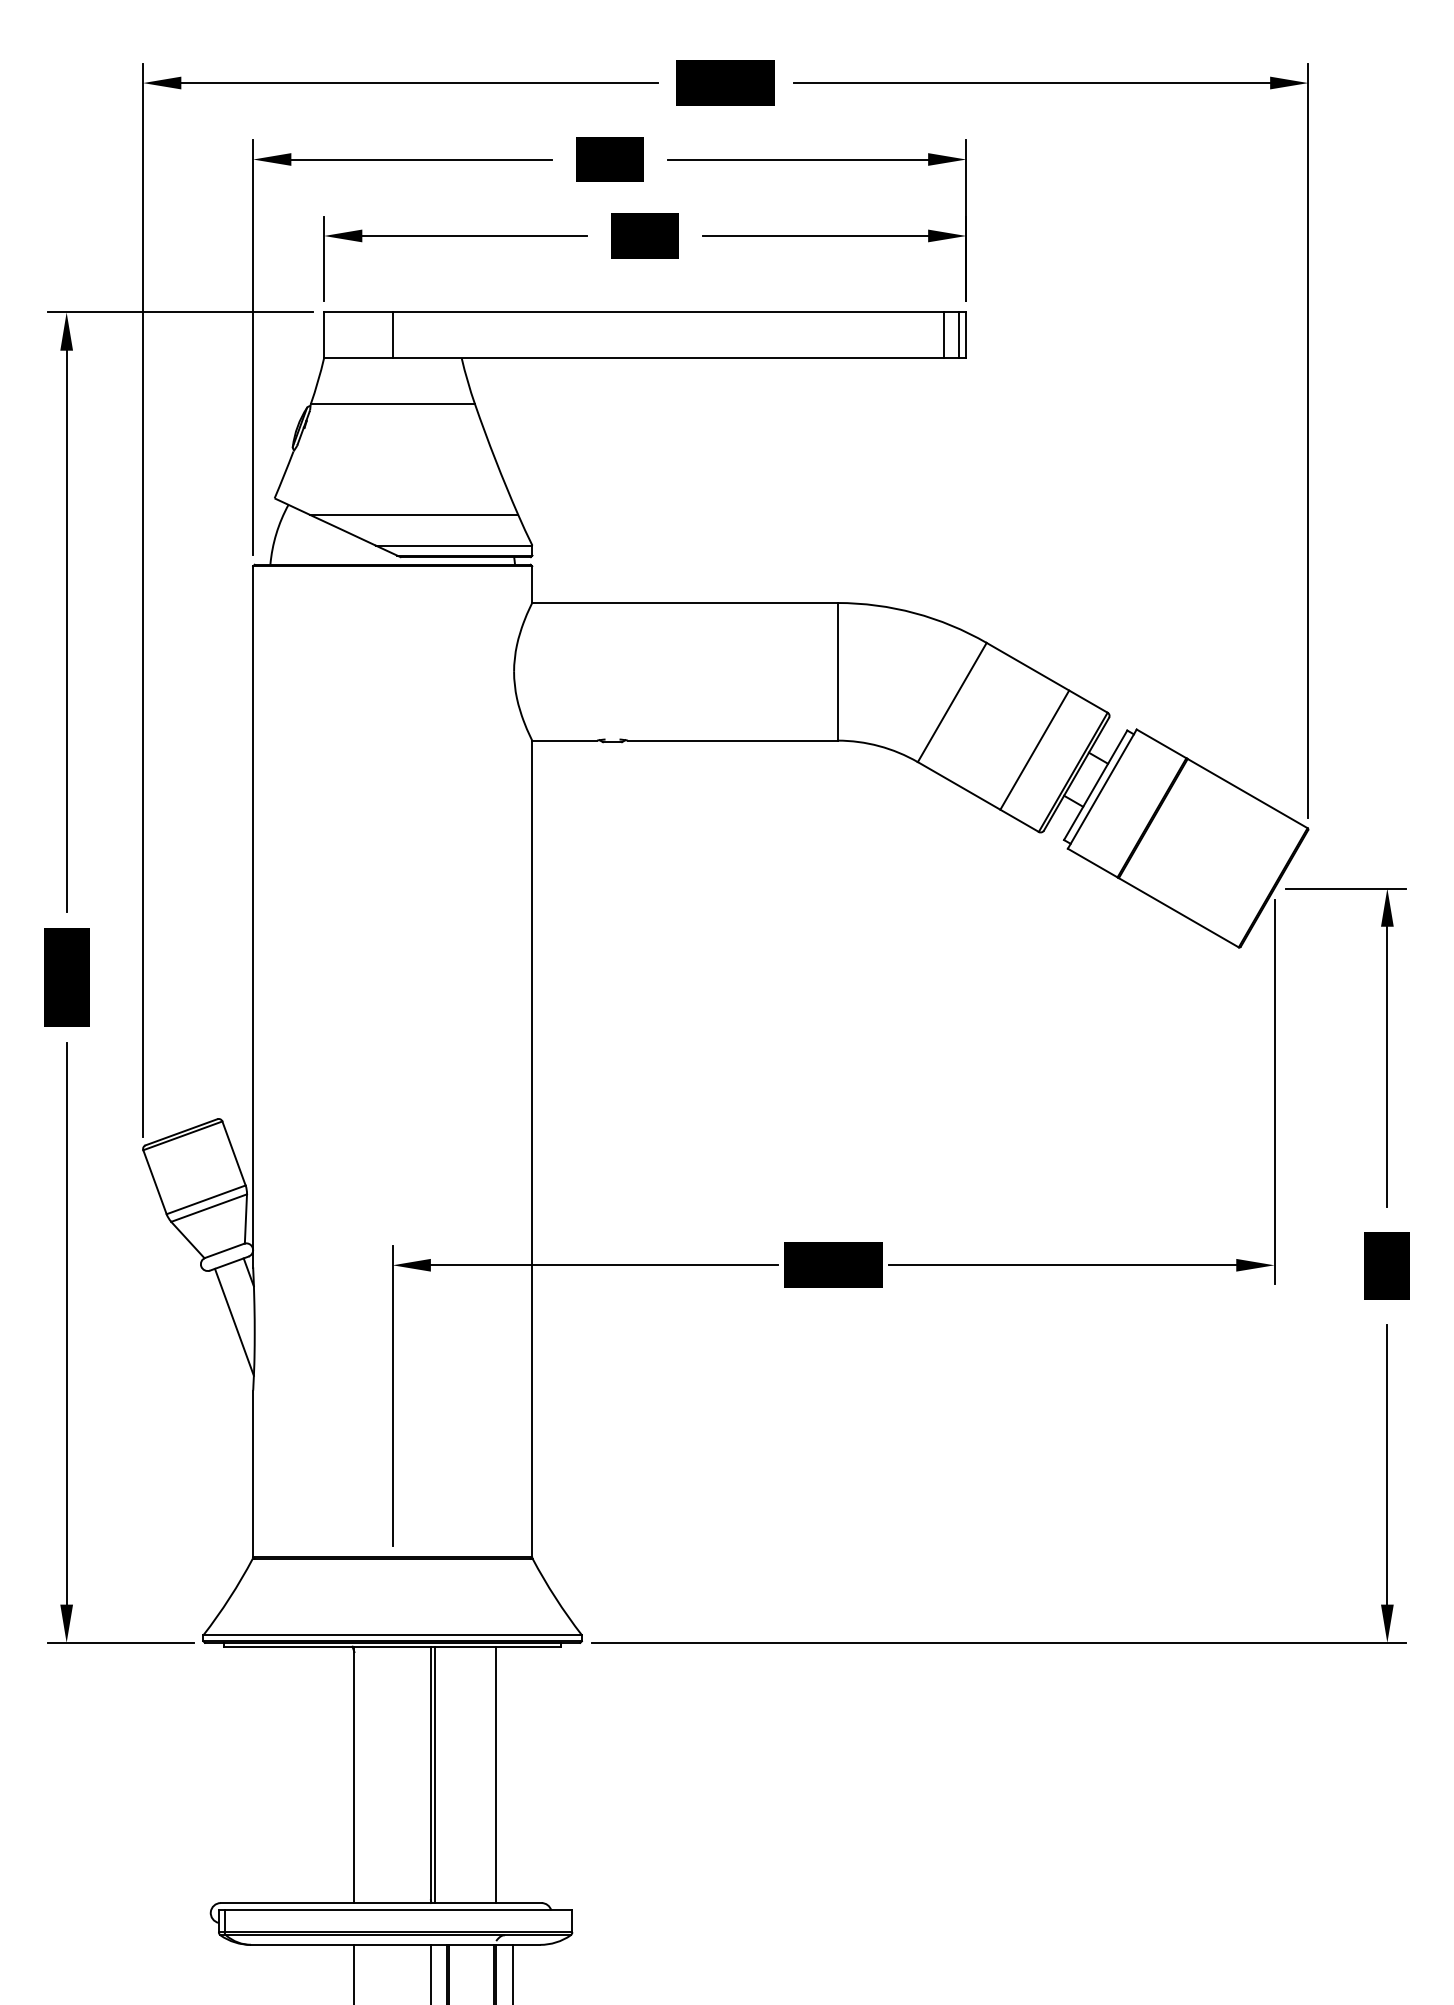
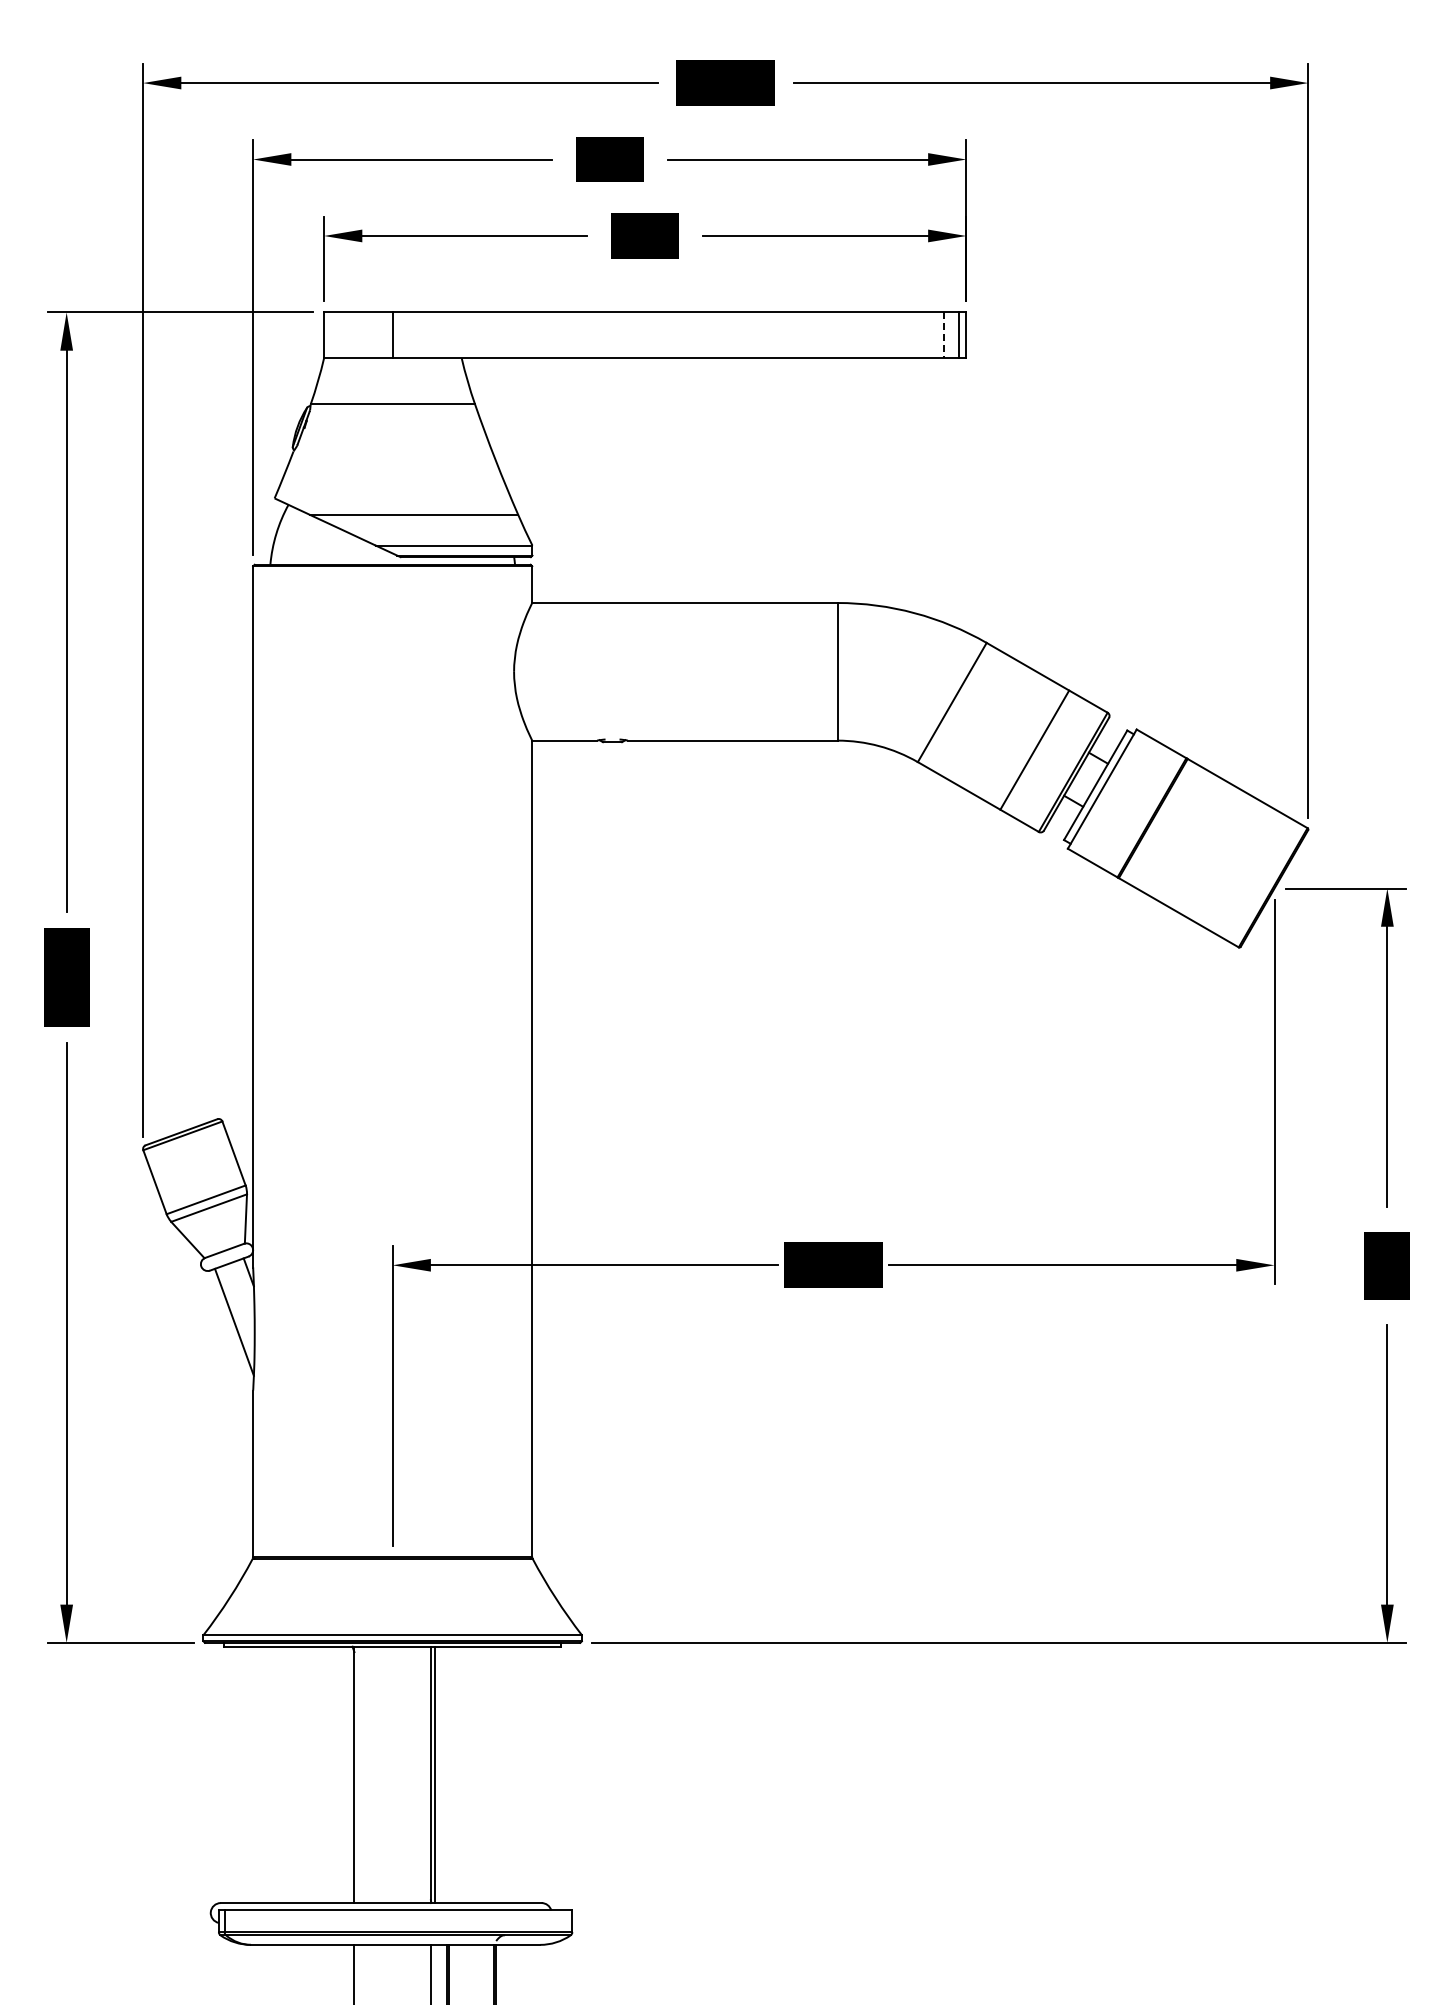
line at (944, 335): solid -> dashed
line at (495, 1774): present -> none
line at (512, 1972): present -> none
